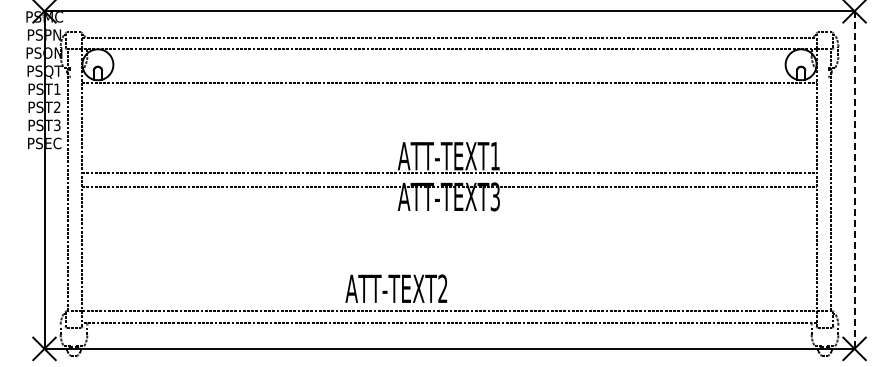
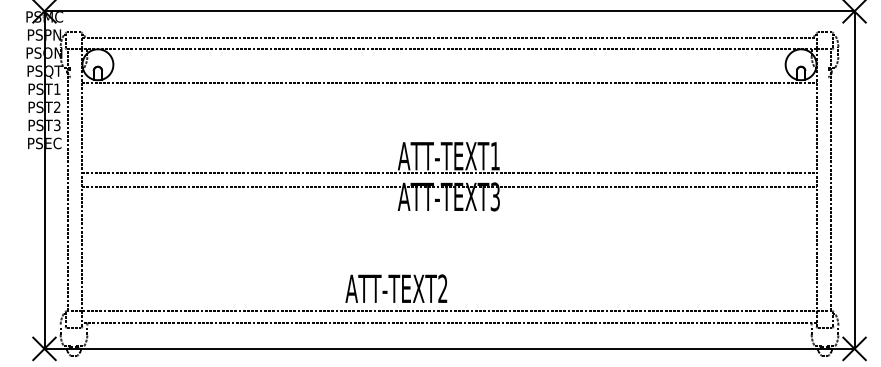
line at (854, 180): dashed -> solid
